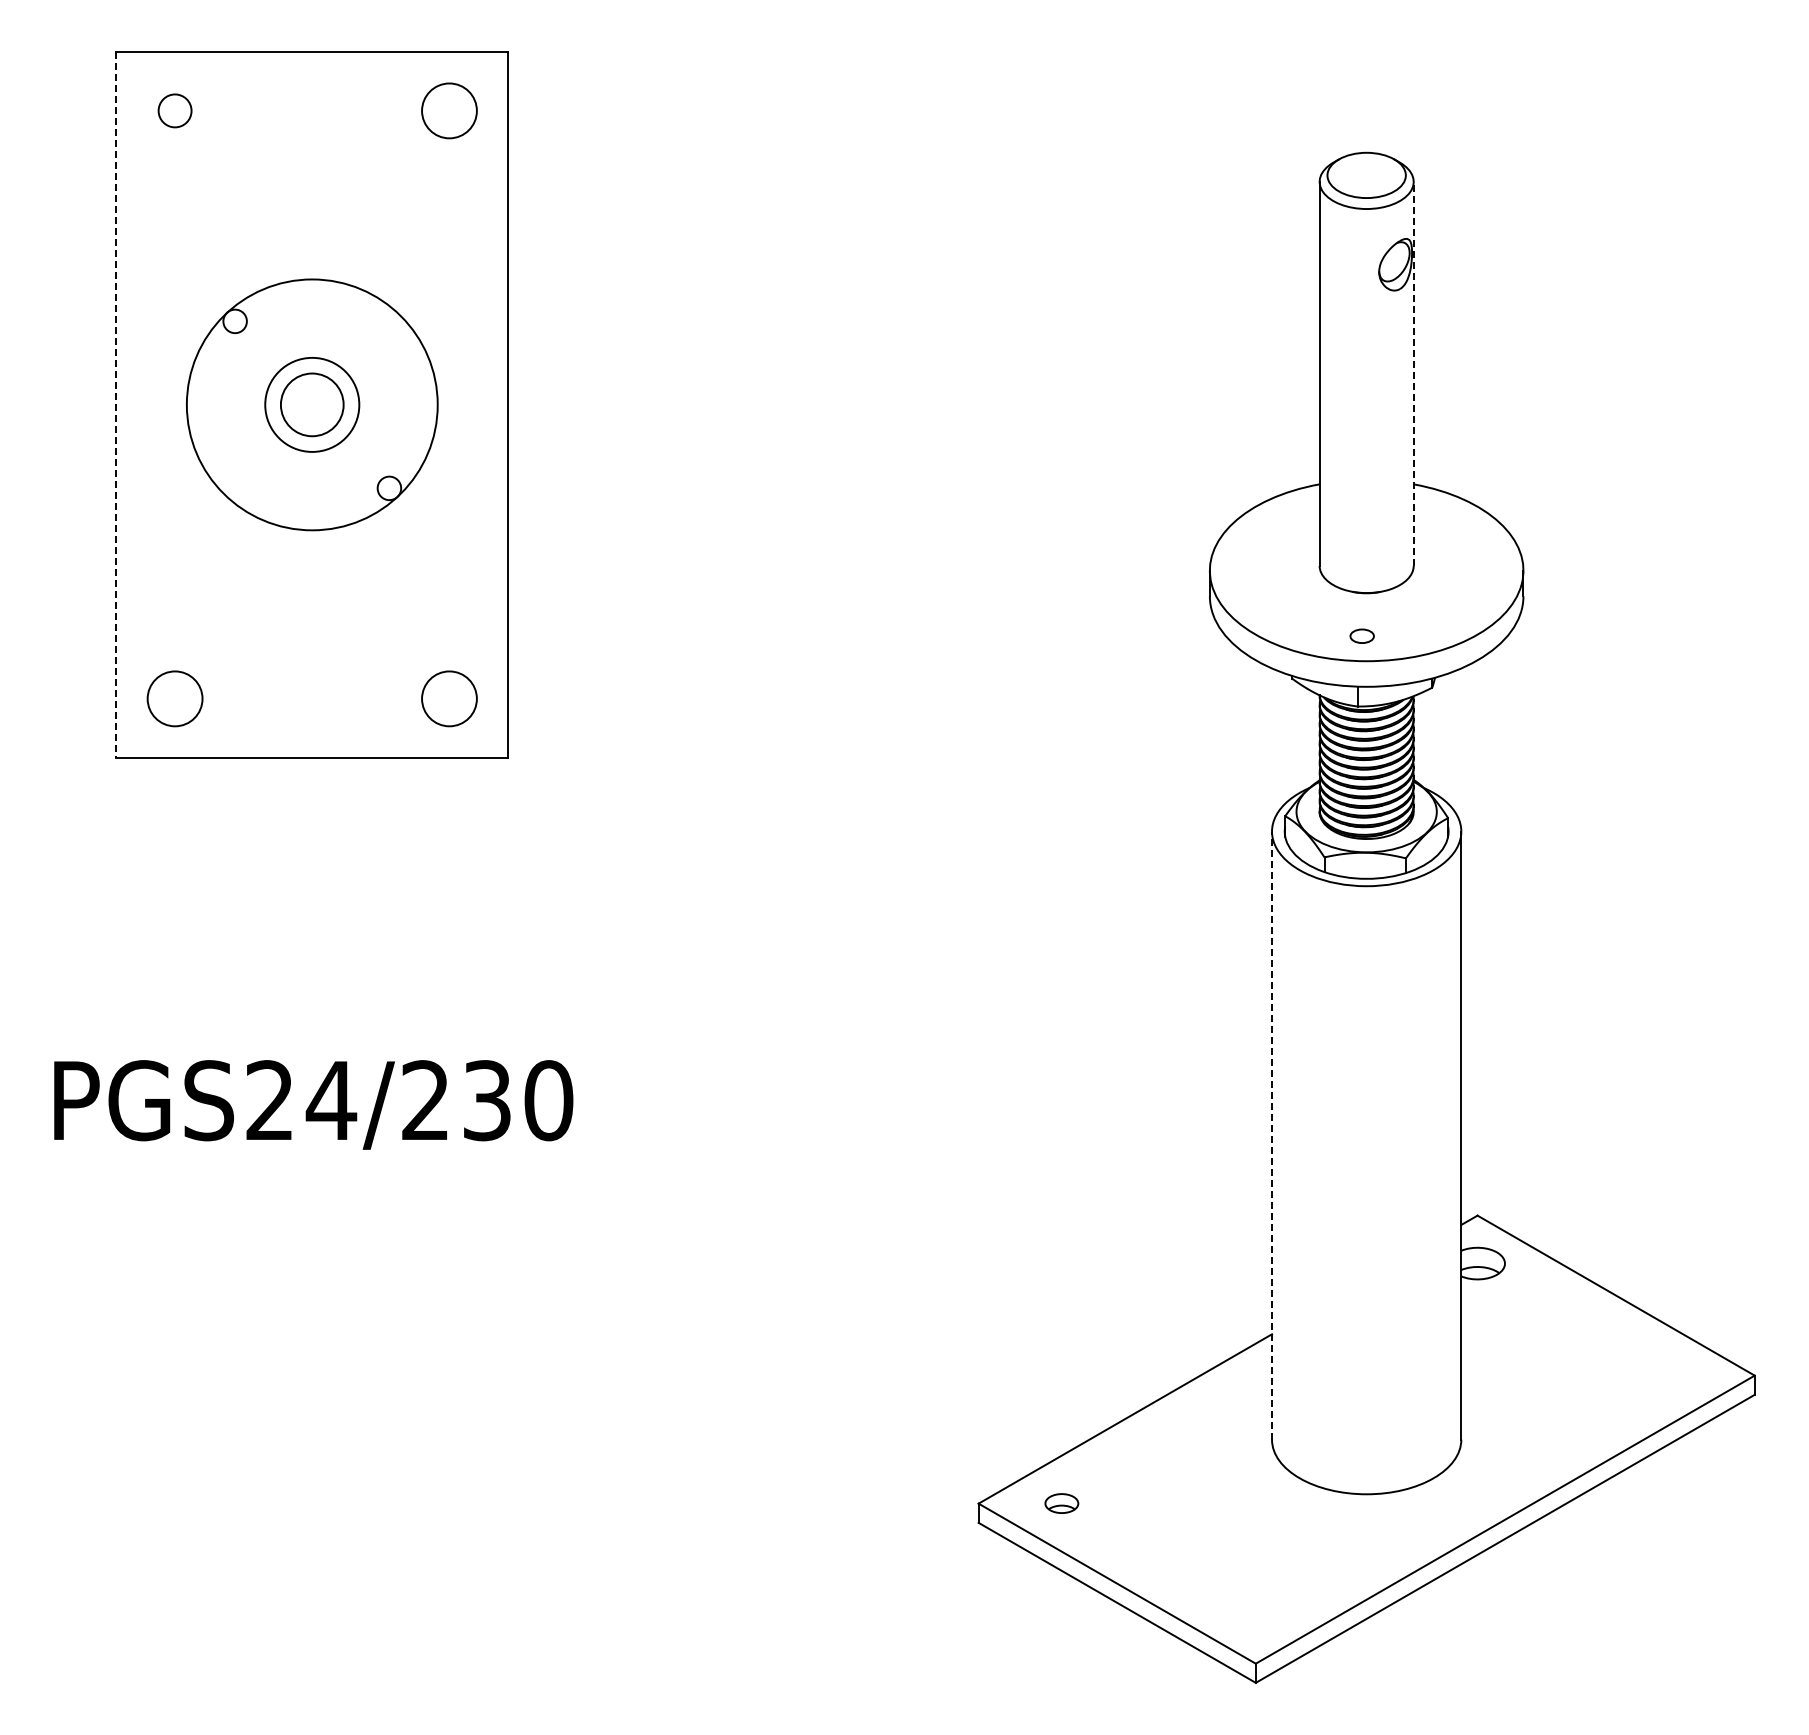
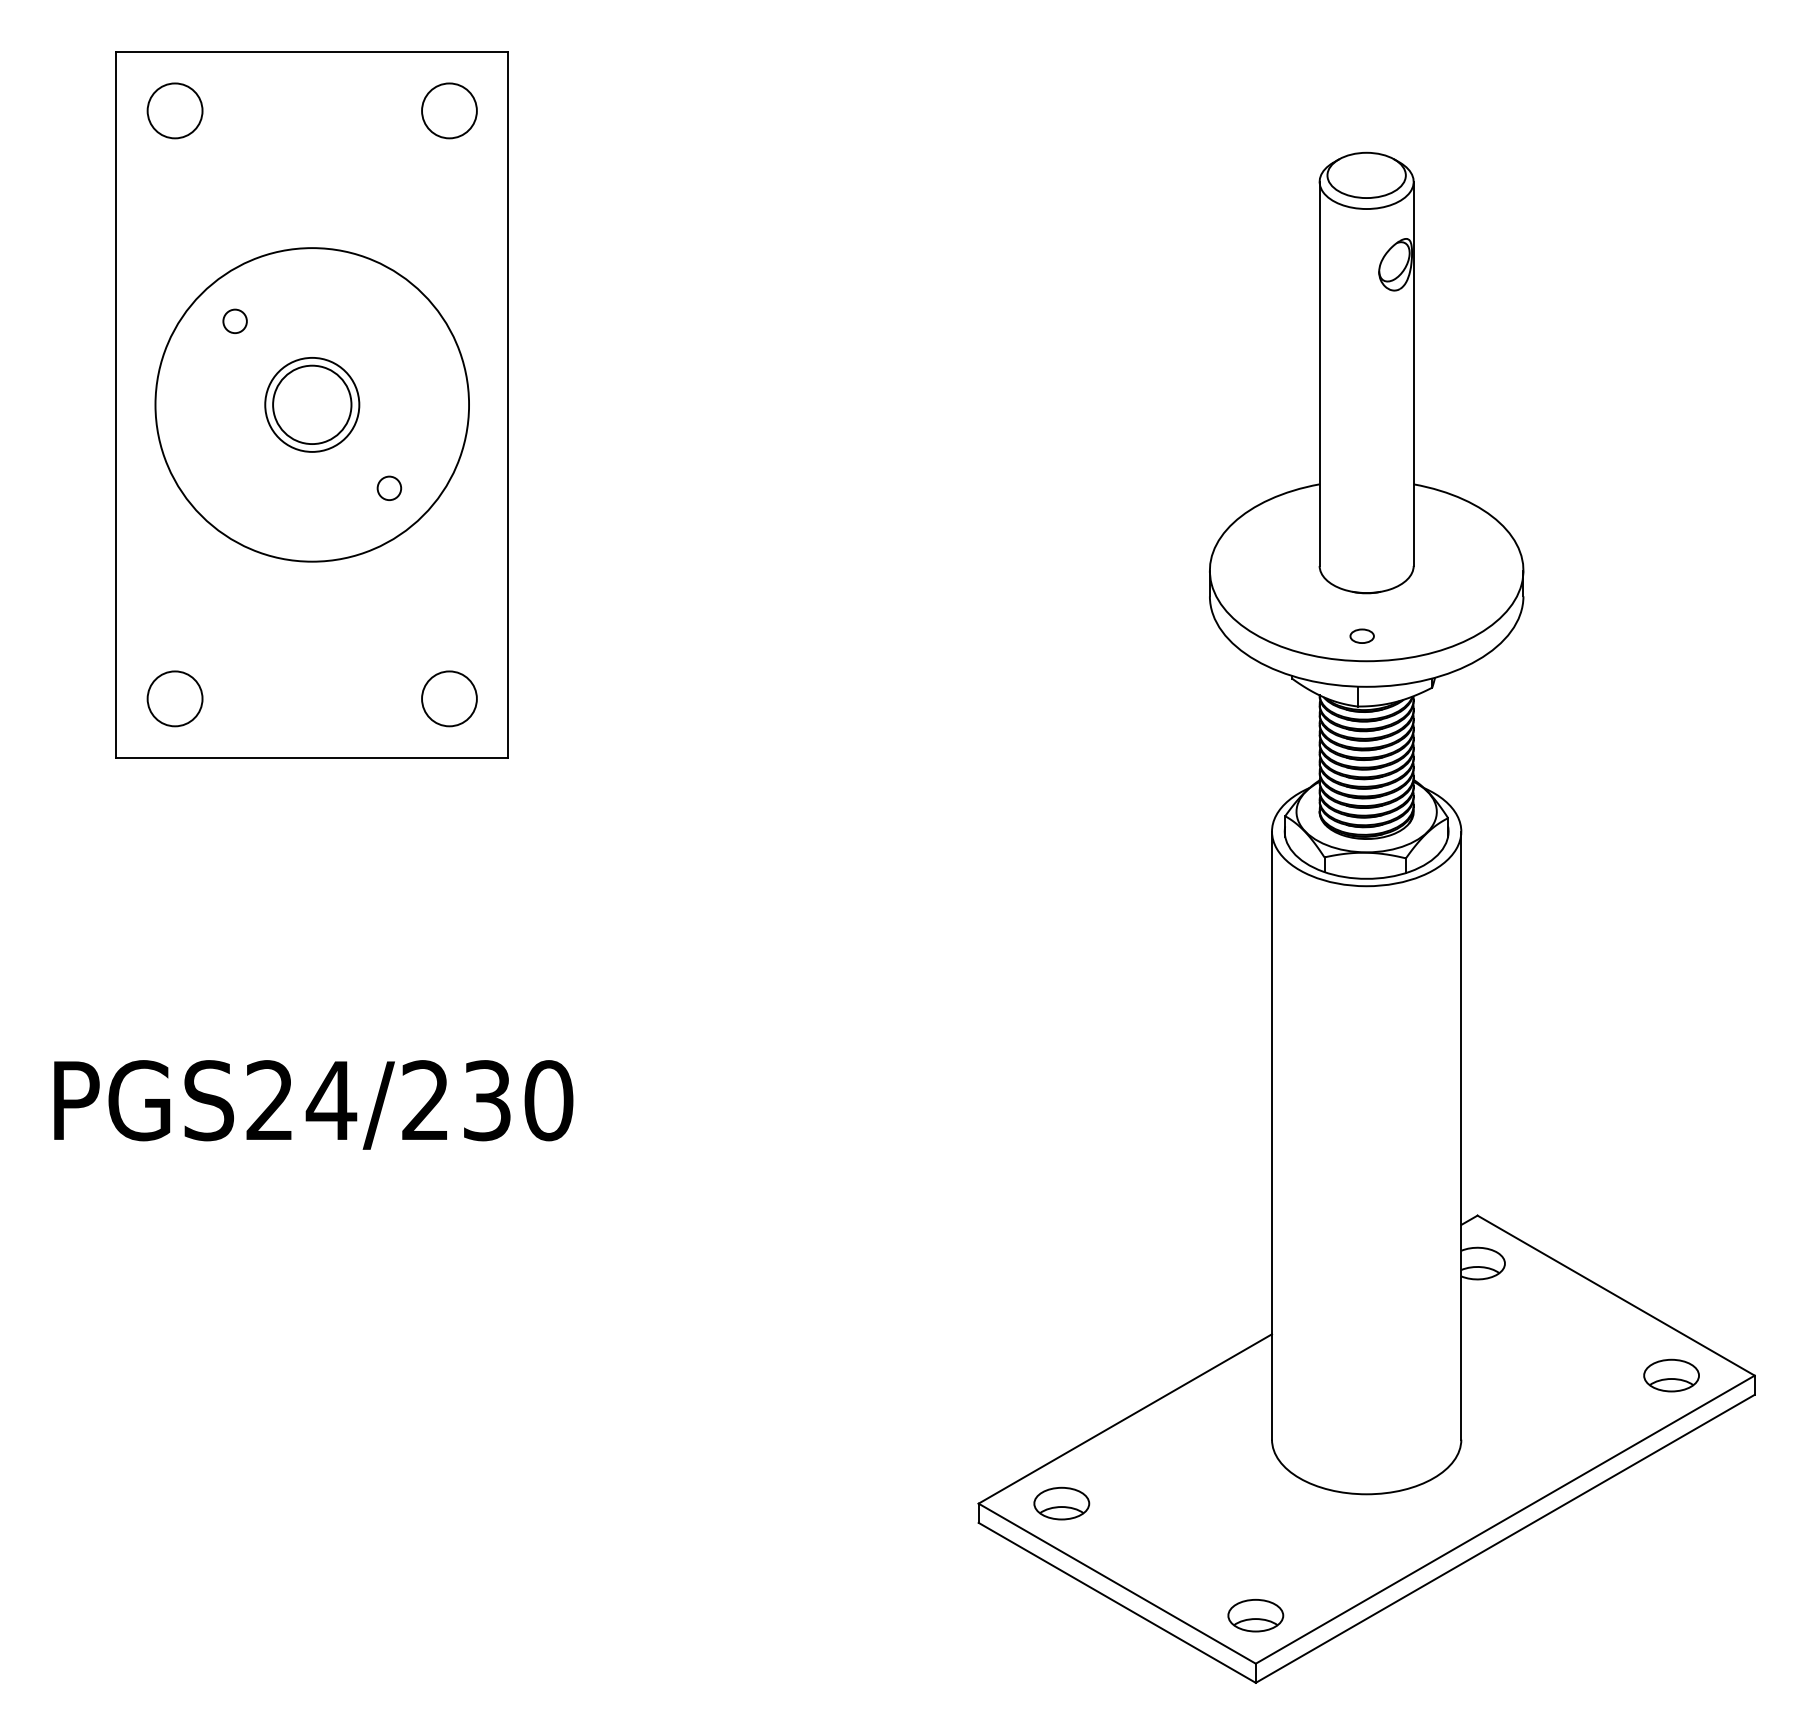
circle at (174, 110) diameter: 33 px -> 55 px
line at (1413, 373): dashed -> solid
line at (116, 404): dashed -> solid
circle at (311, 404) diameter: 251 px -> 314 px
circle at (311, 404) diameter: 63 px -> 78 px
line at (1272, 1135): dashed -> solid
part at (1671, 1375): none -> present
part at (1061, 1503) size: 36x21 px -> 58x35 px
part at (1255, 1615): none -> present
